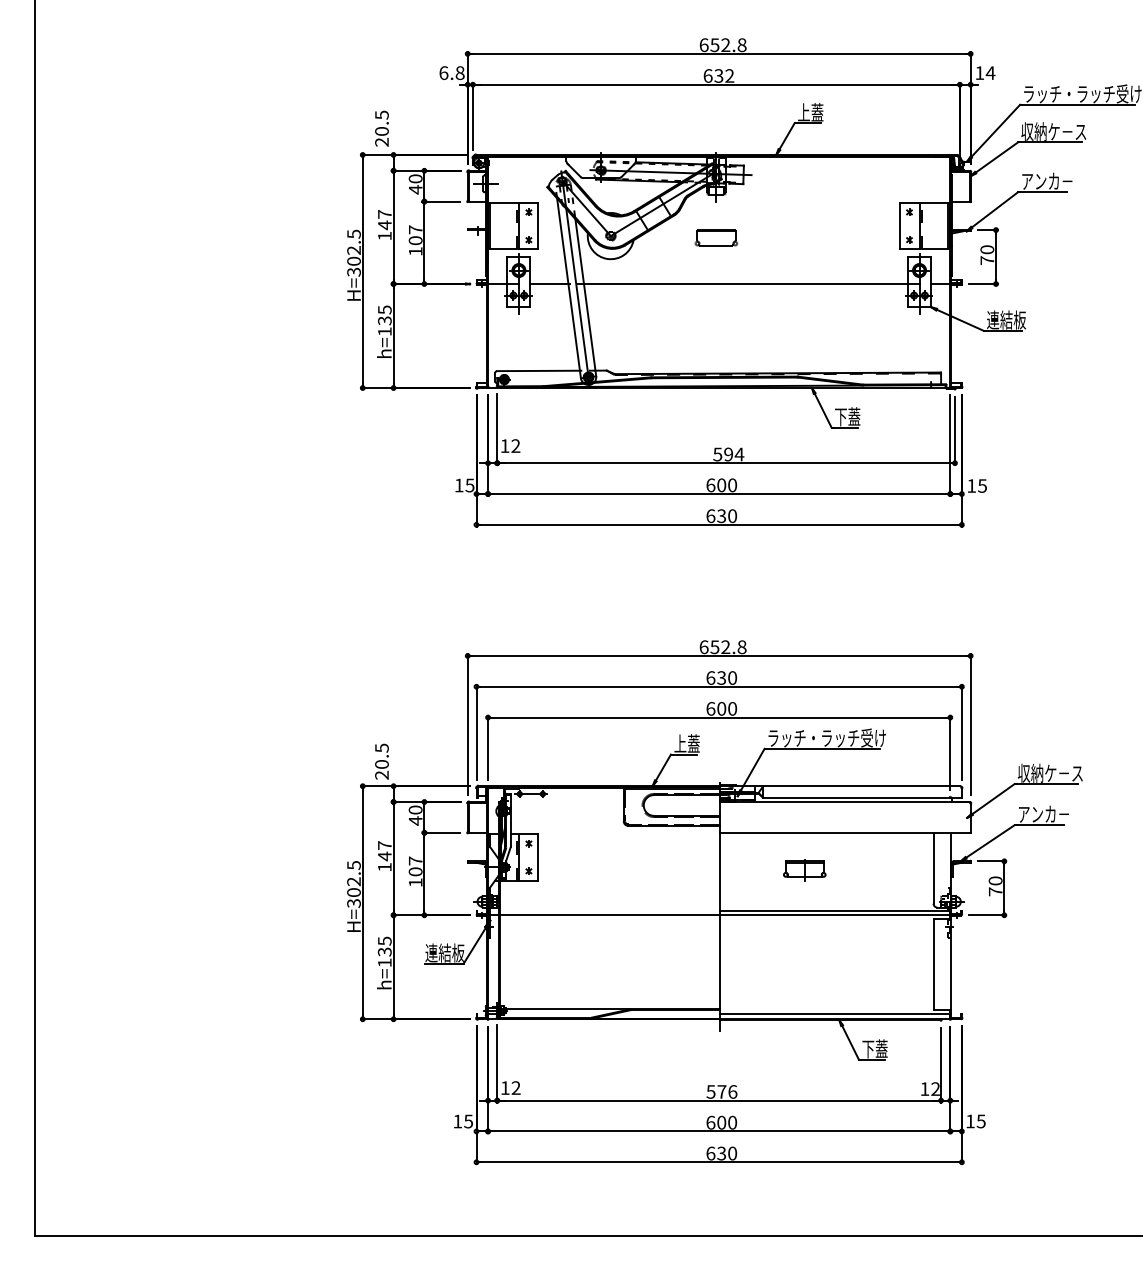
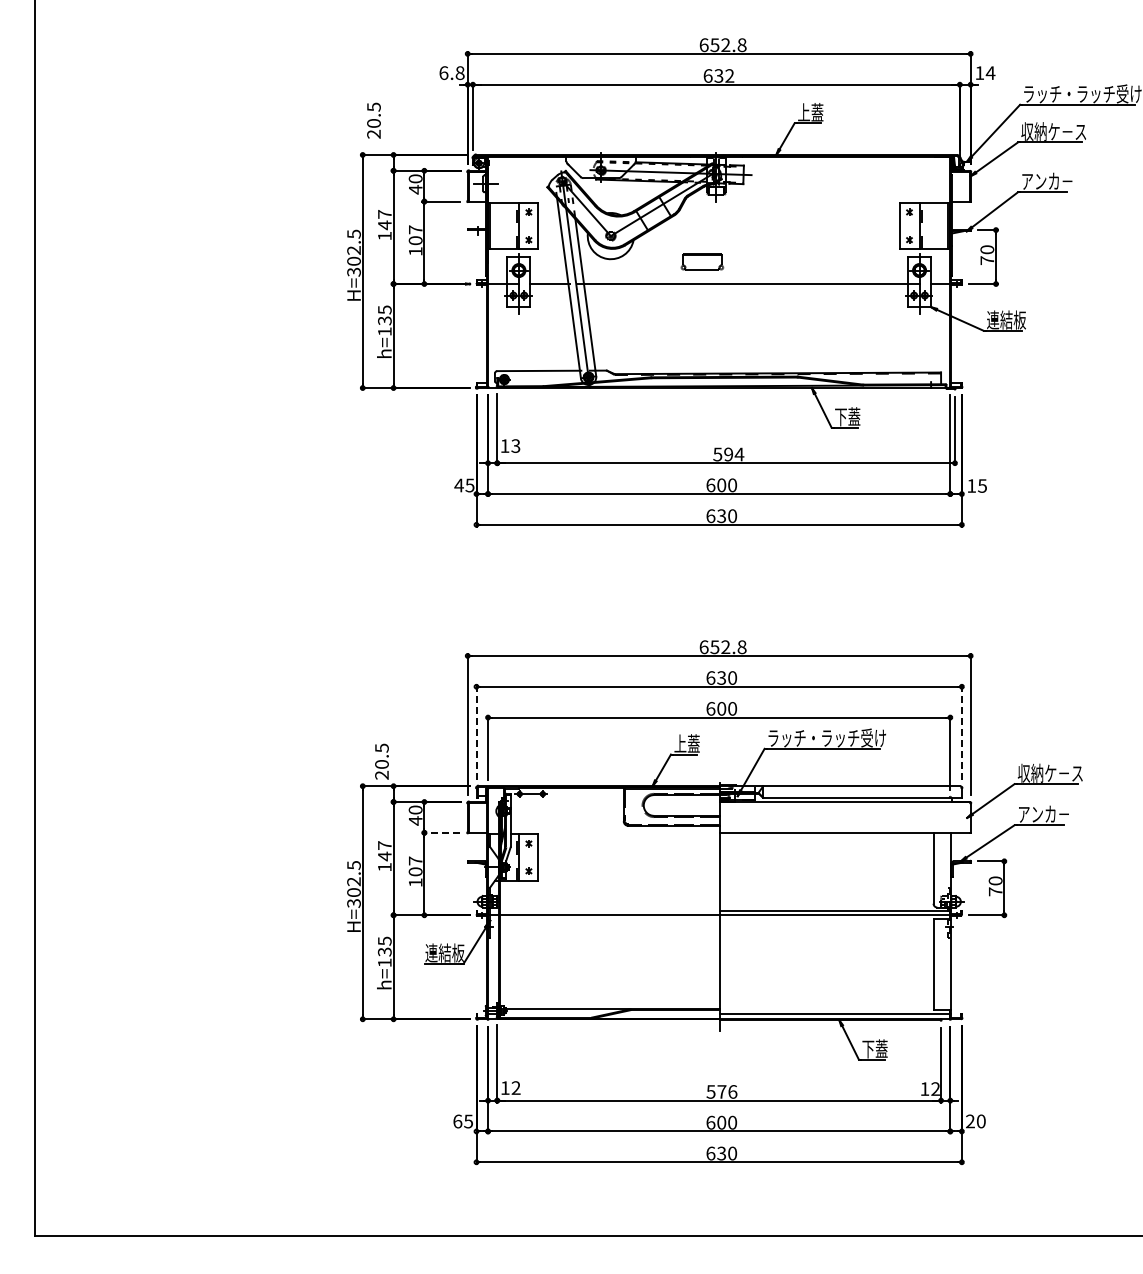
text at (381, 128) position: (381, 128) -> (373, 120)
part at (716, 237) position: (716, 237) -> (702, 261)
text at (515, 446): 12 -> 13
text at (458, 485): 15 -> 45
line at (476, 732): solid -> dashed
line at (961, 732): solid -> dashed
line at (441, 832): solid -> dashed
part at (804, 870): present -> none
text at (457, 1121): 15 -> 65
text at (975, 1121): 15 -> 20
